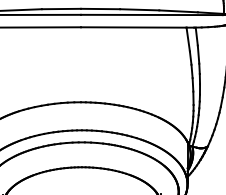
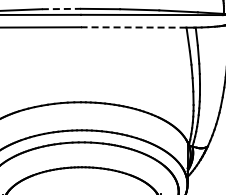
line at (61, 9): solid -> dashed
line at (133, 27): solid -> dashed
